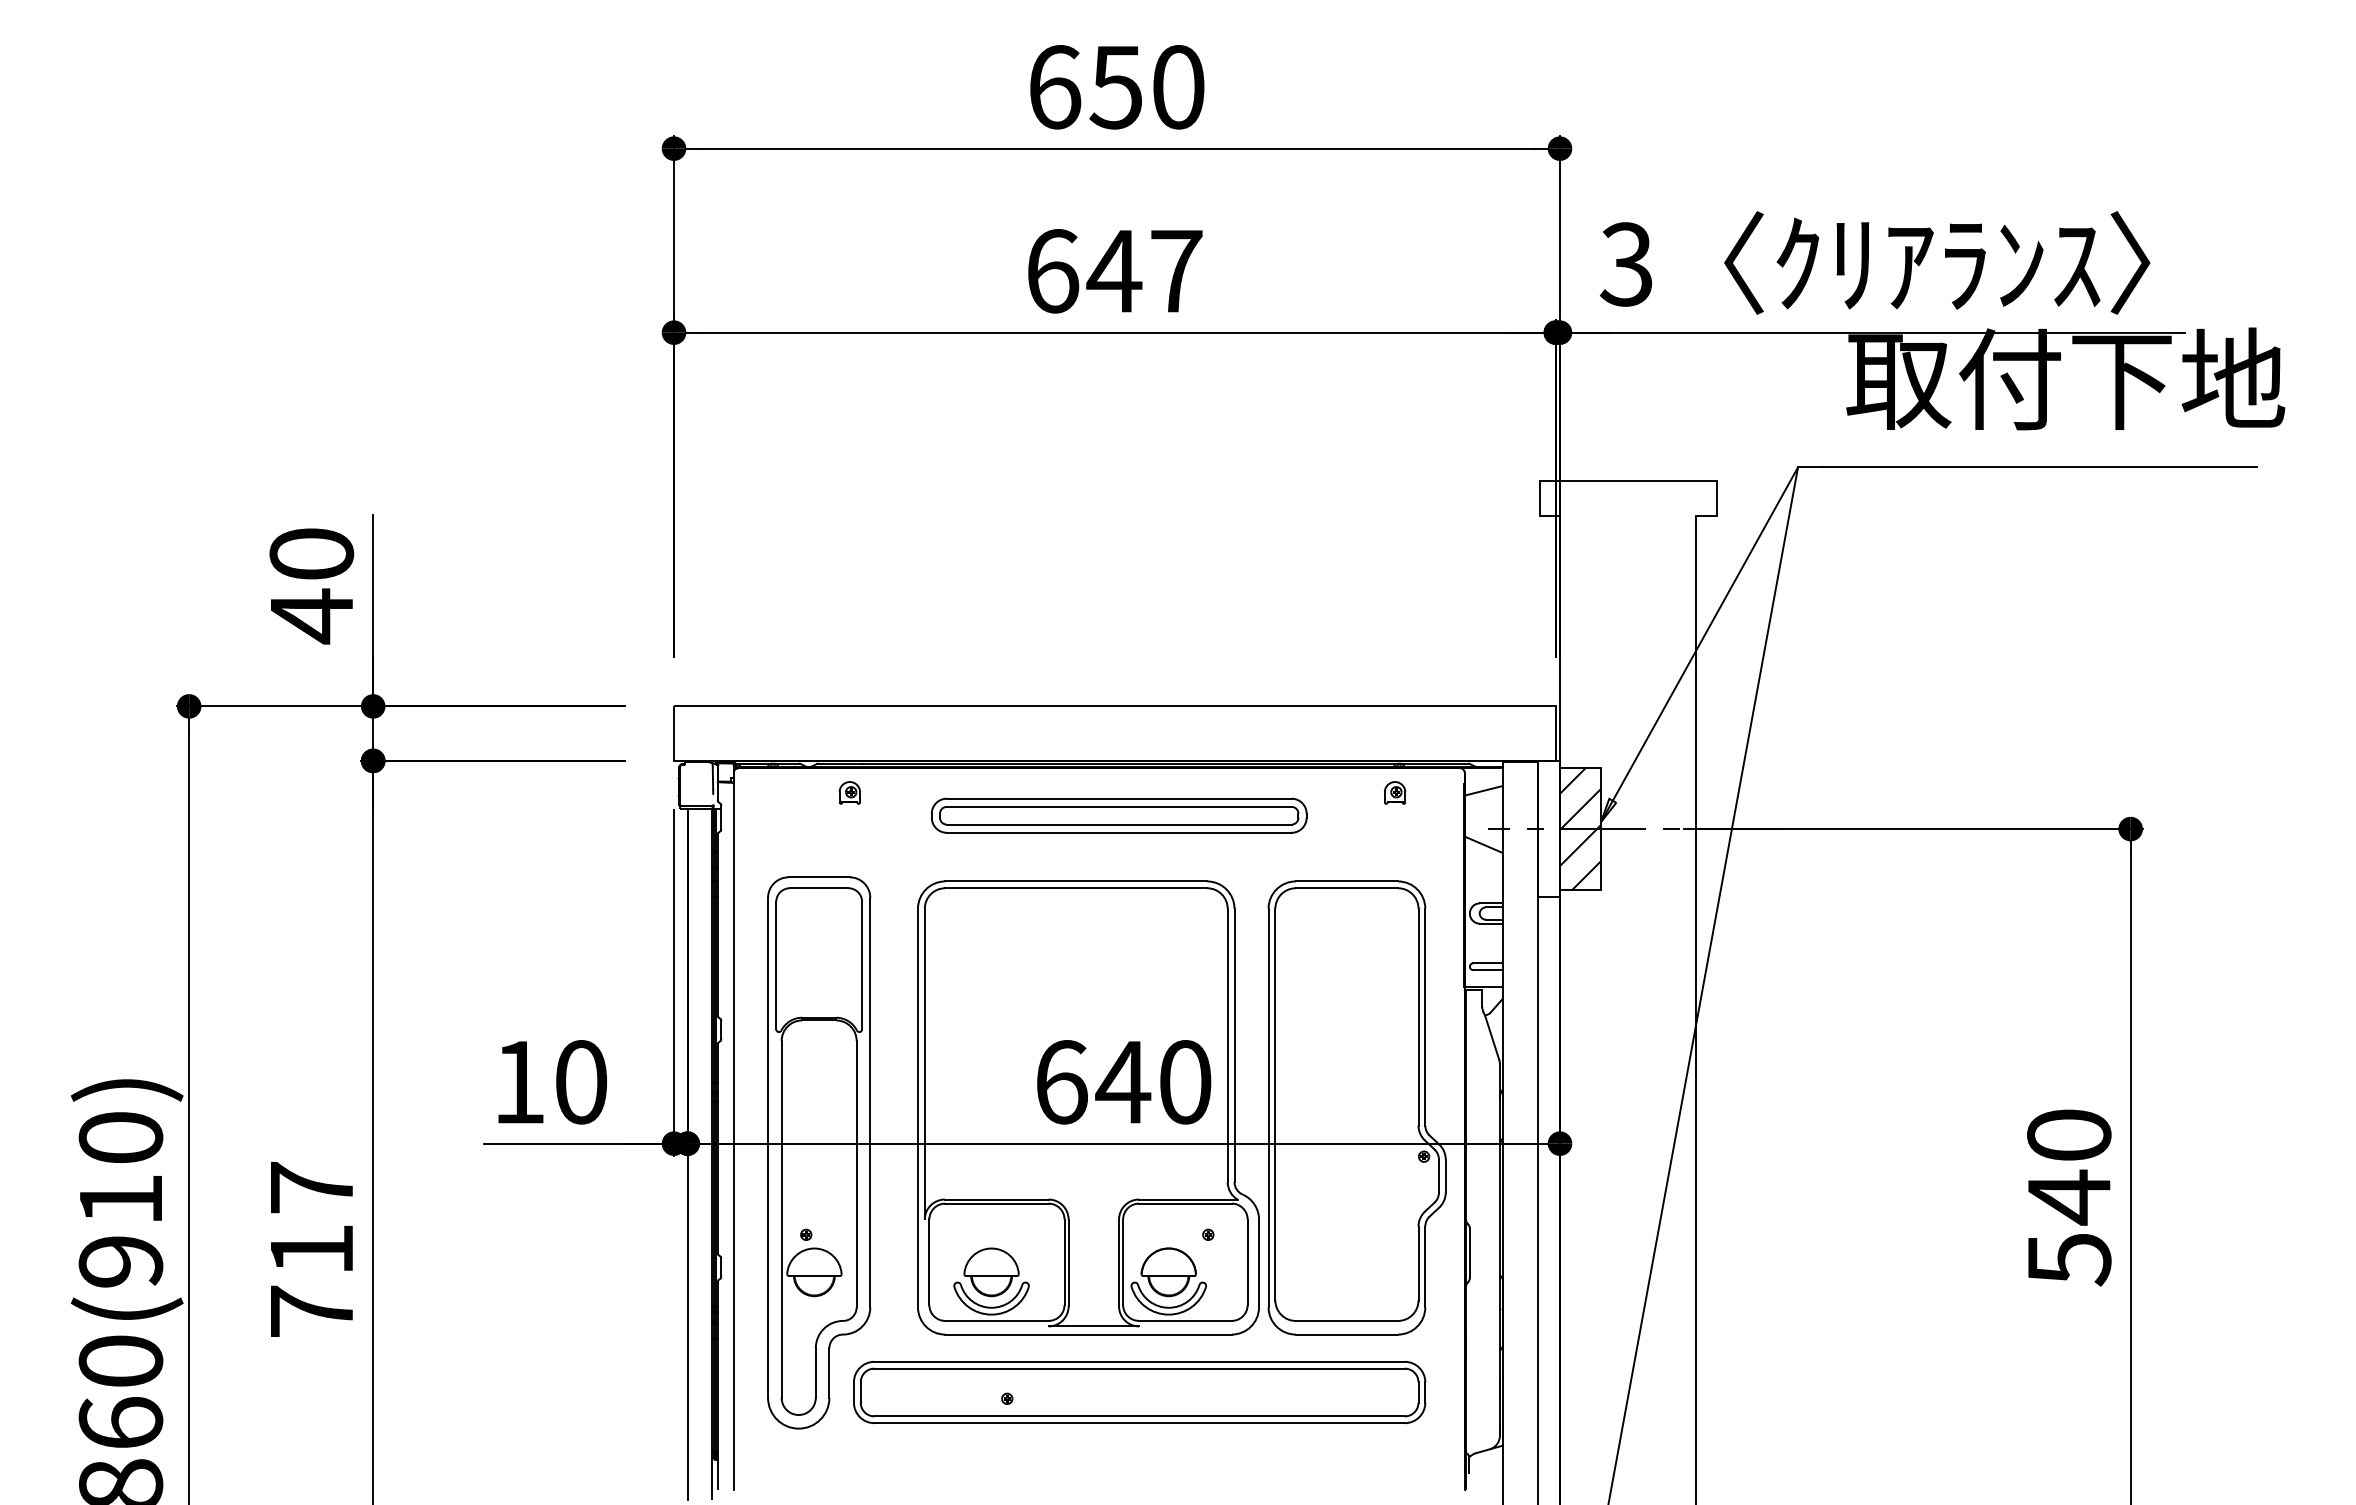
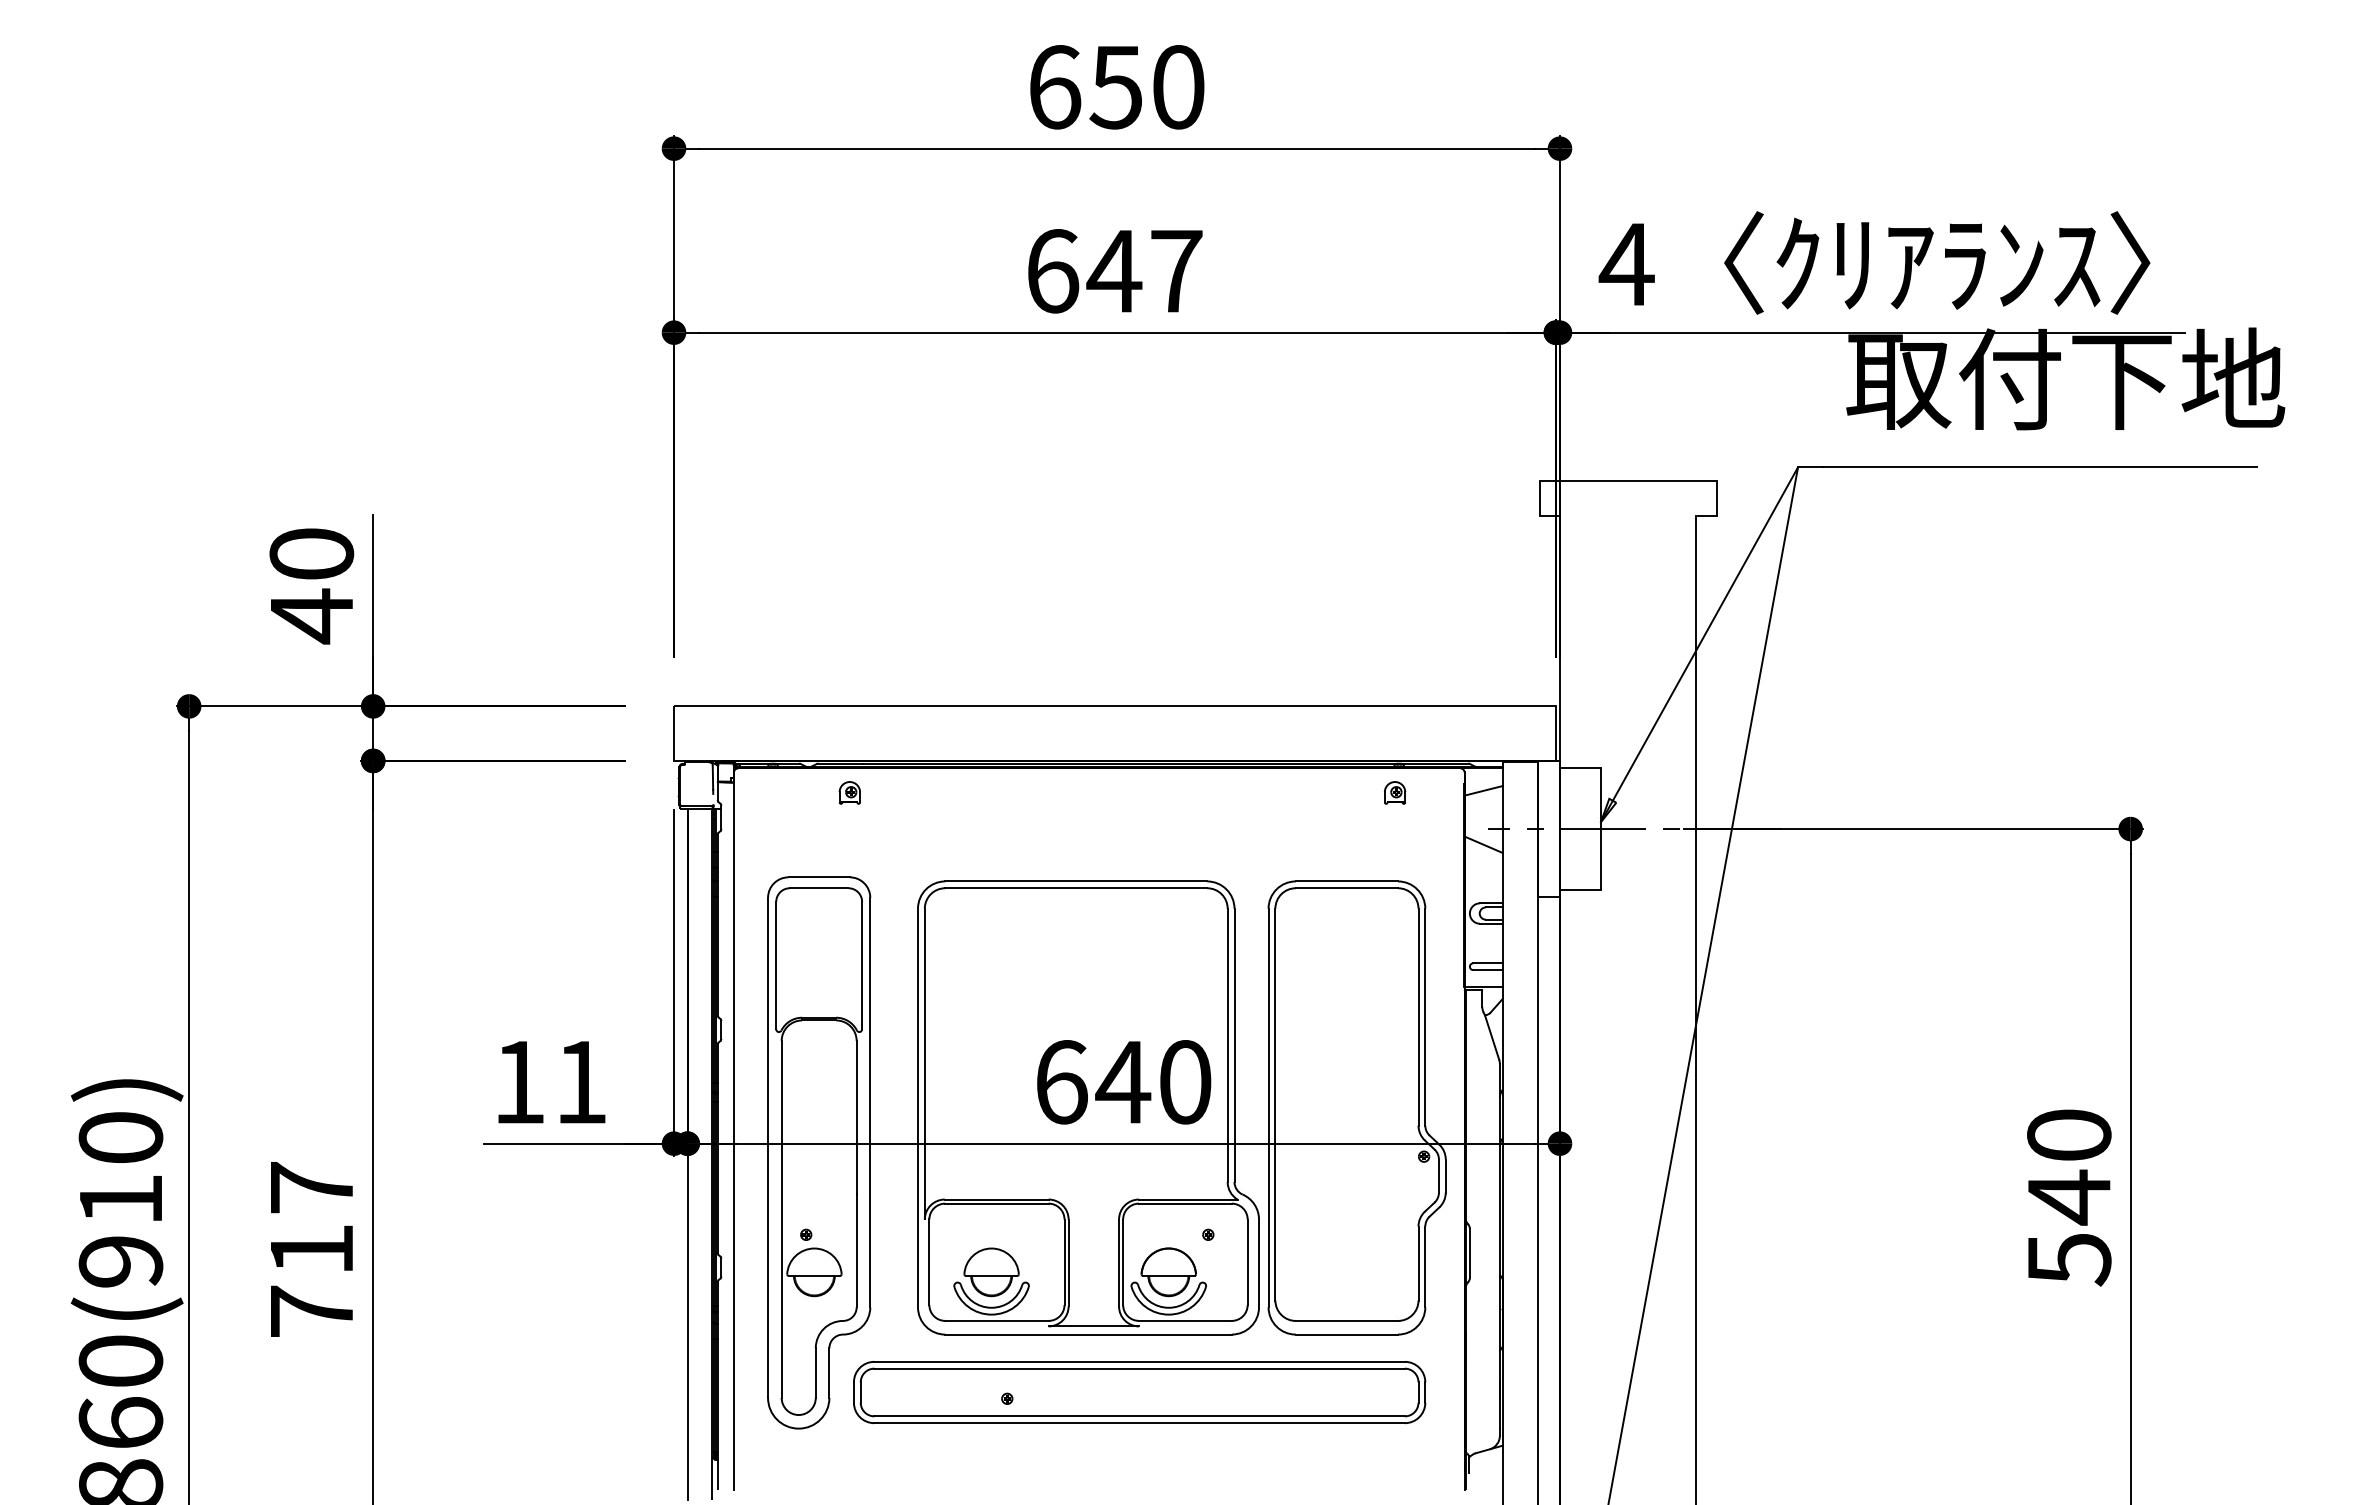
text at (1626, 264): 3 -> 4
part at (1118, 815): present -> none
hatch at (1580, 828): present -> none
text at (581, 1082): 10 -> 11
